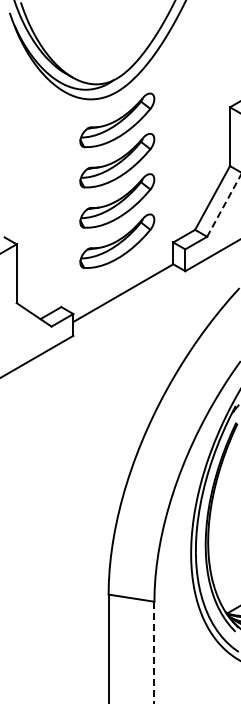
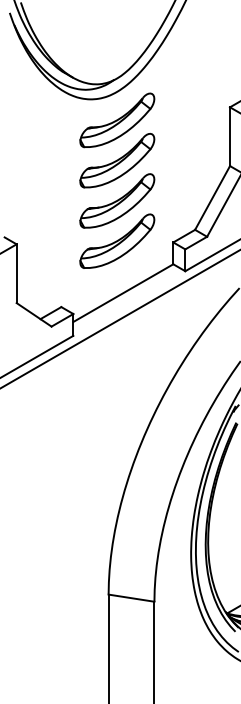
line at (223, 206): dashed -> solid
line at (119, 319): none -> present
line at (154, 652): dashed -> solid
